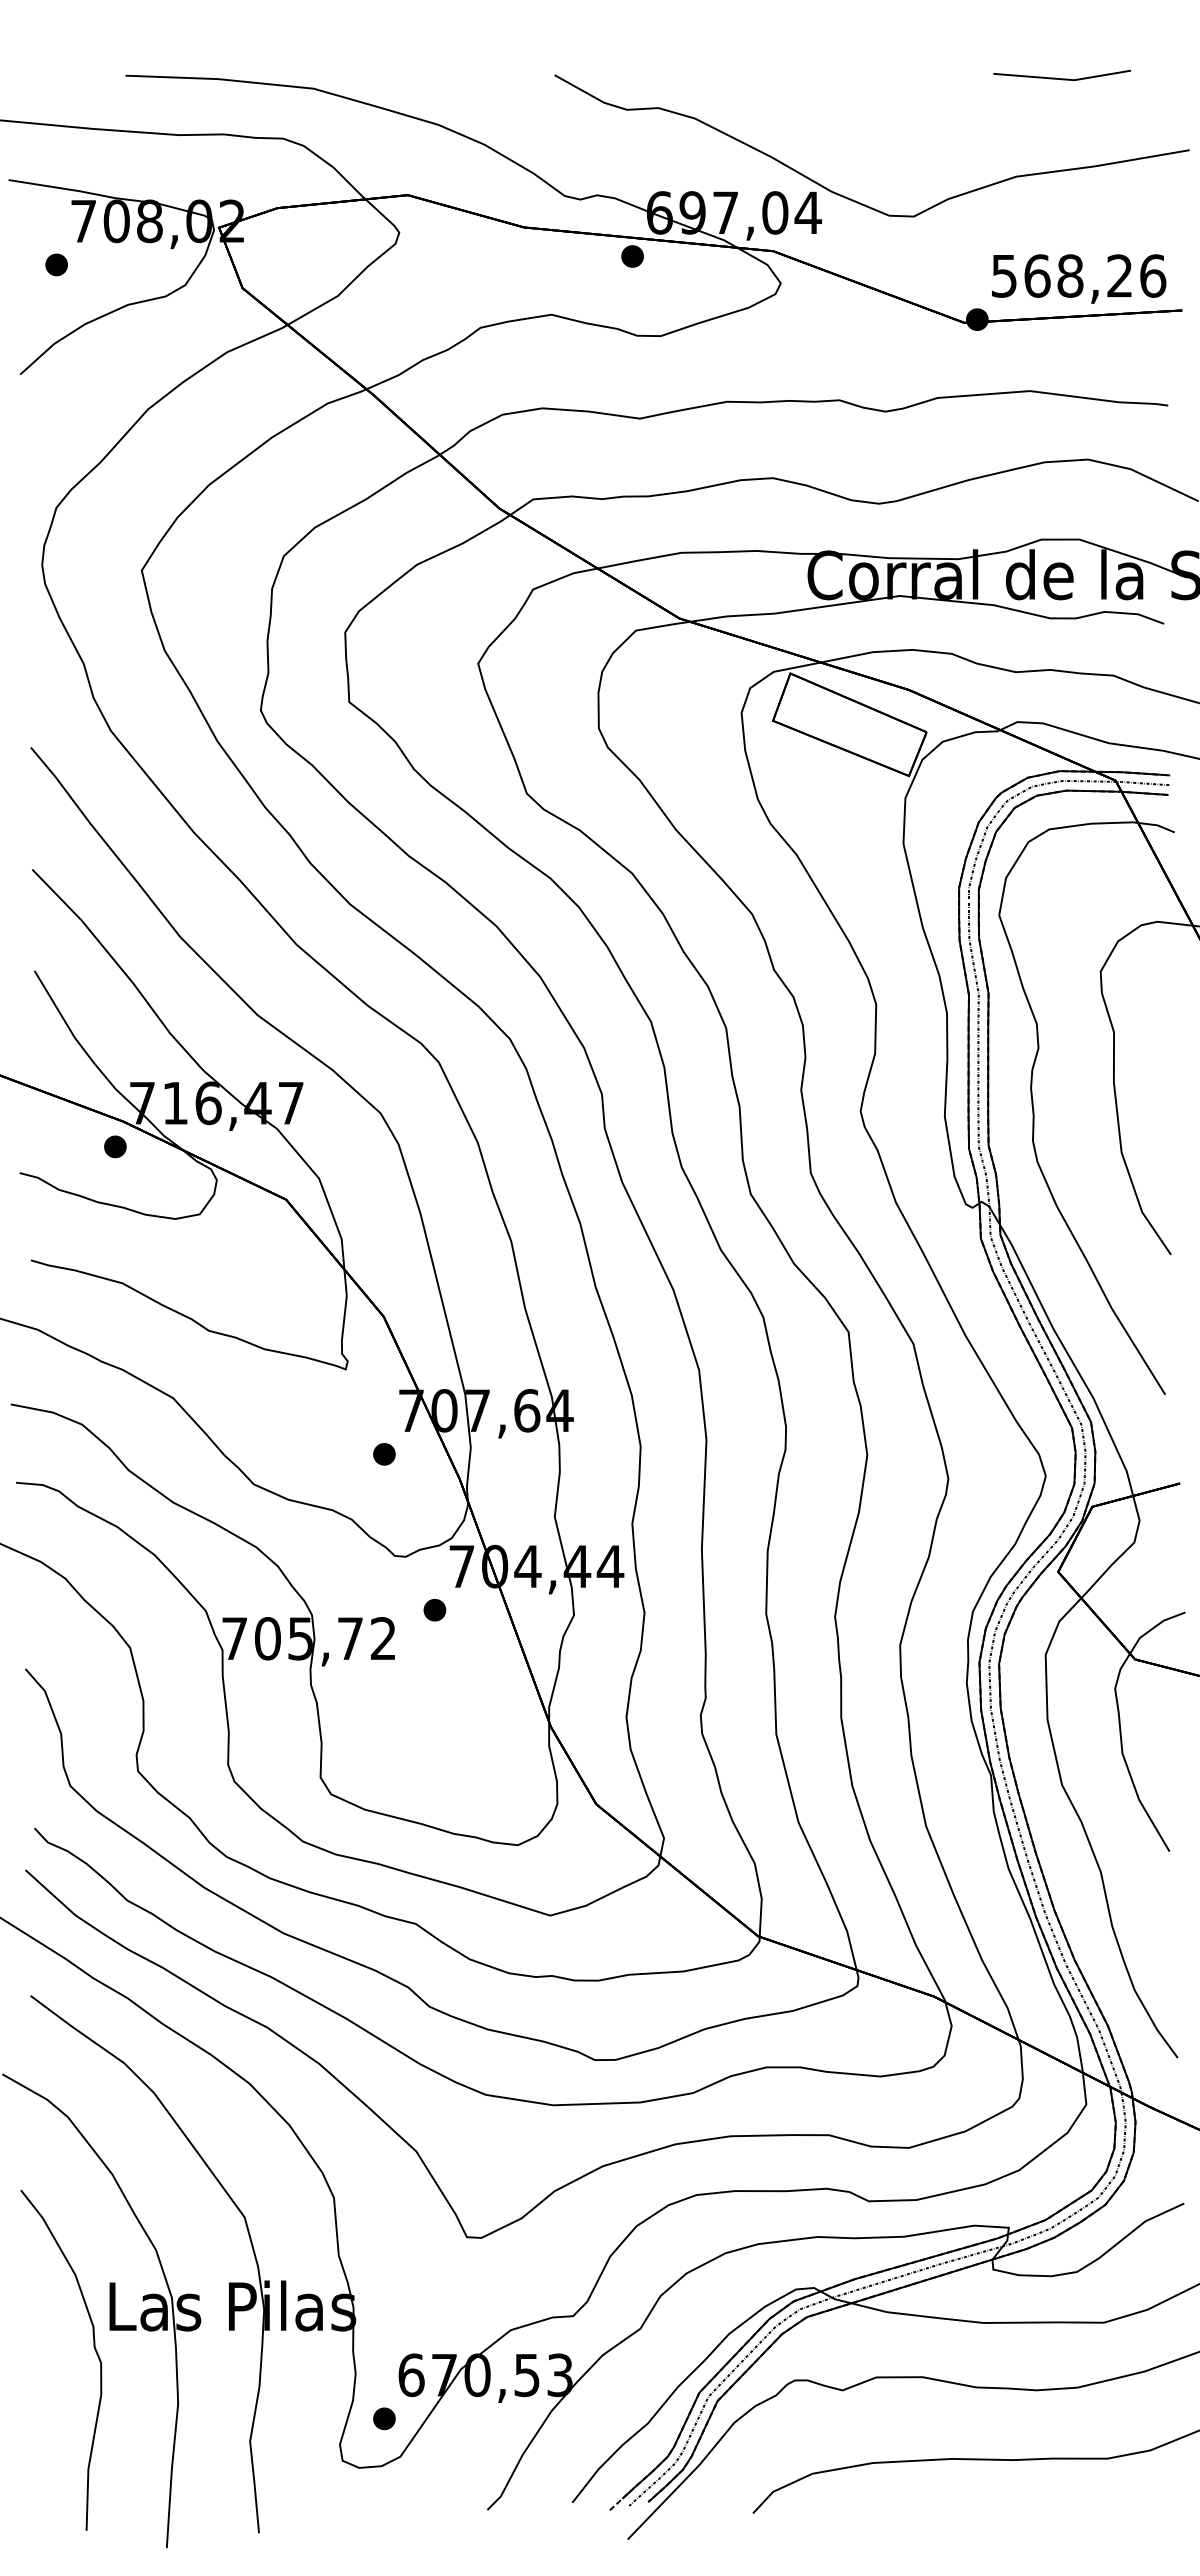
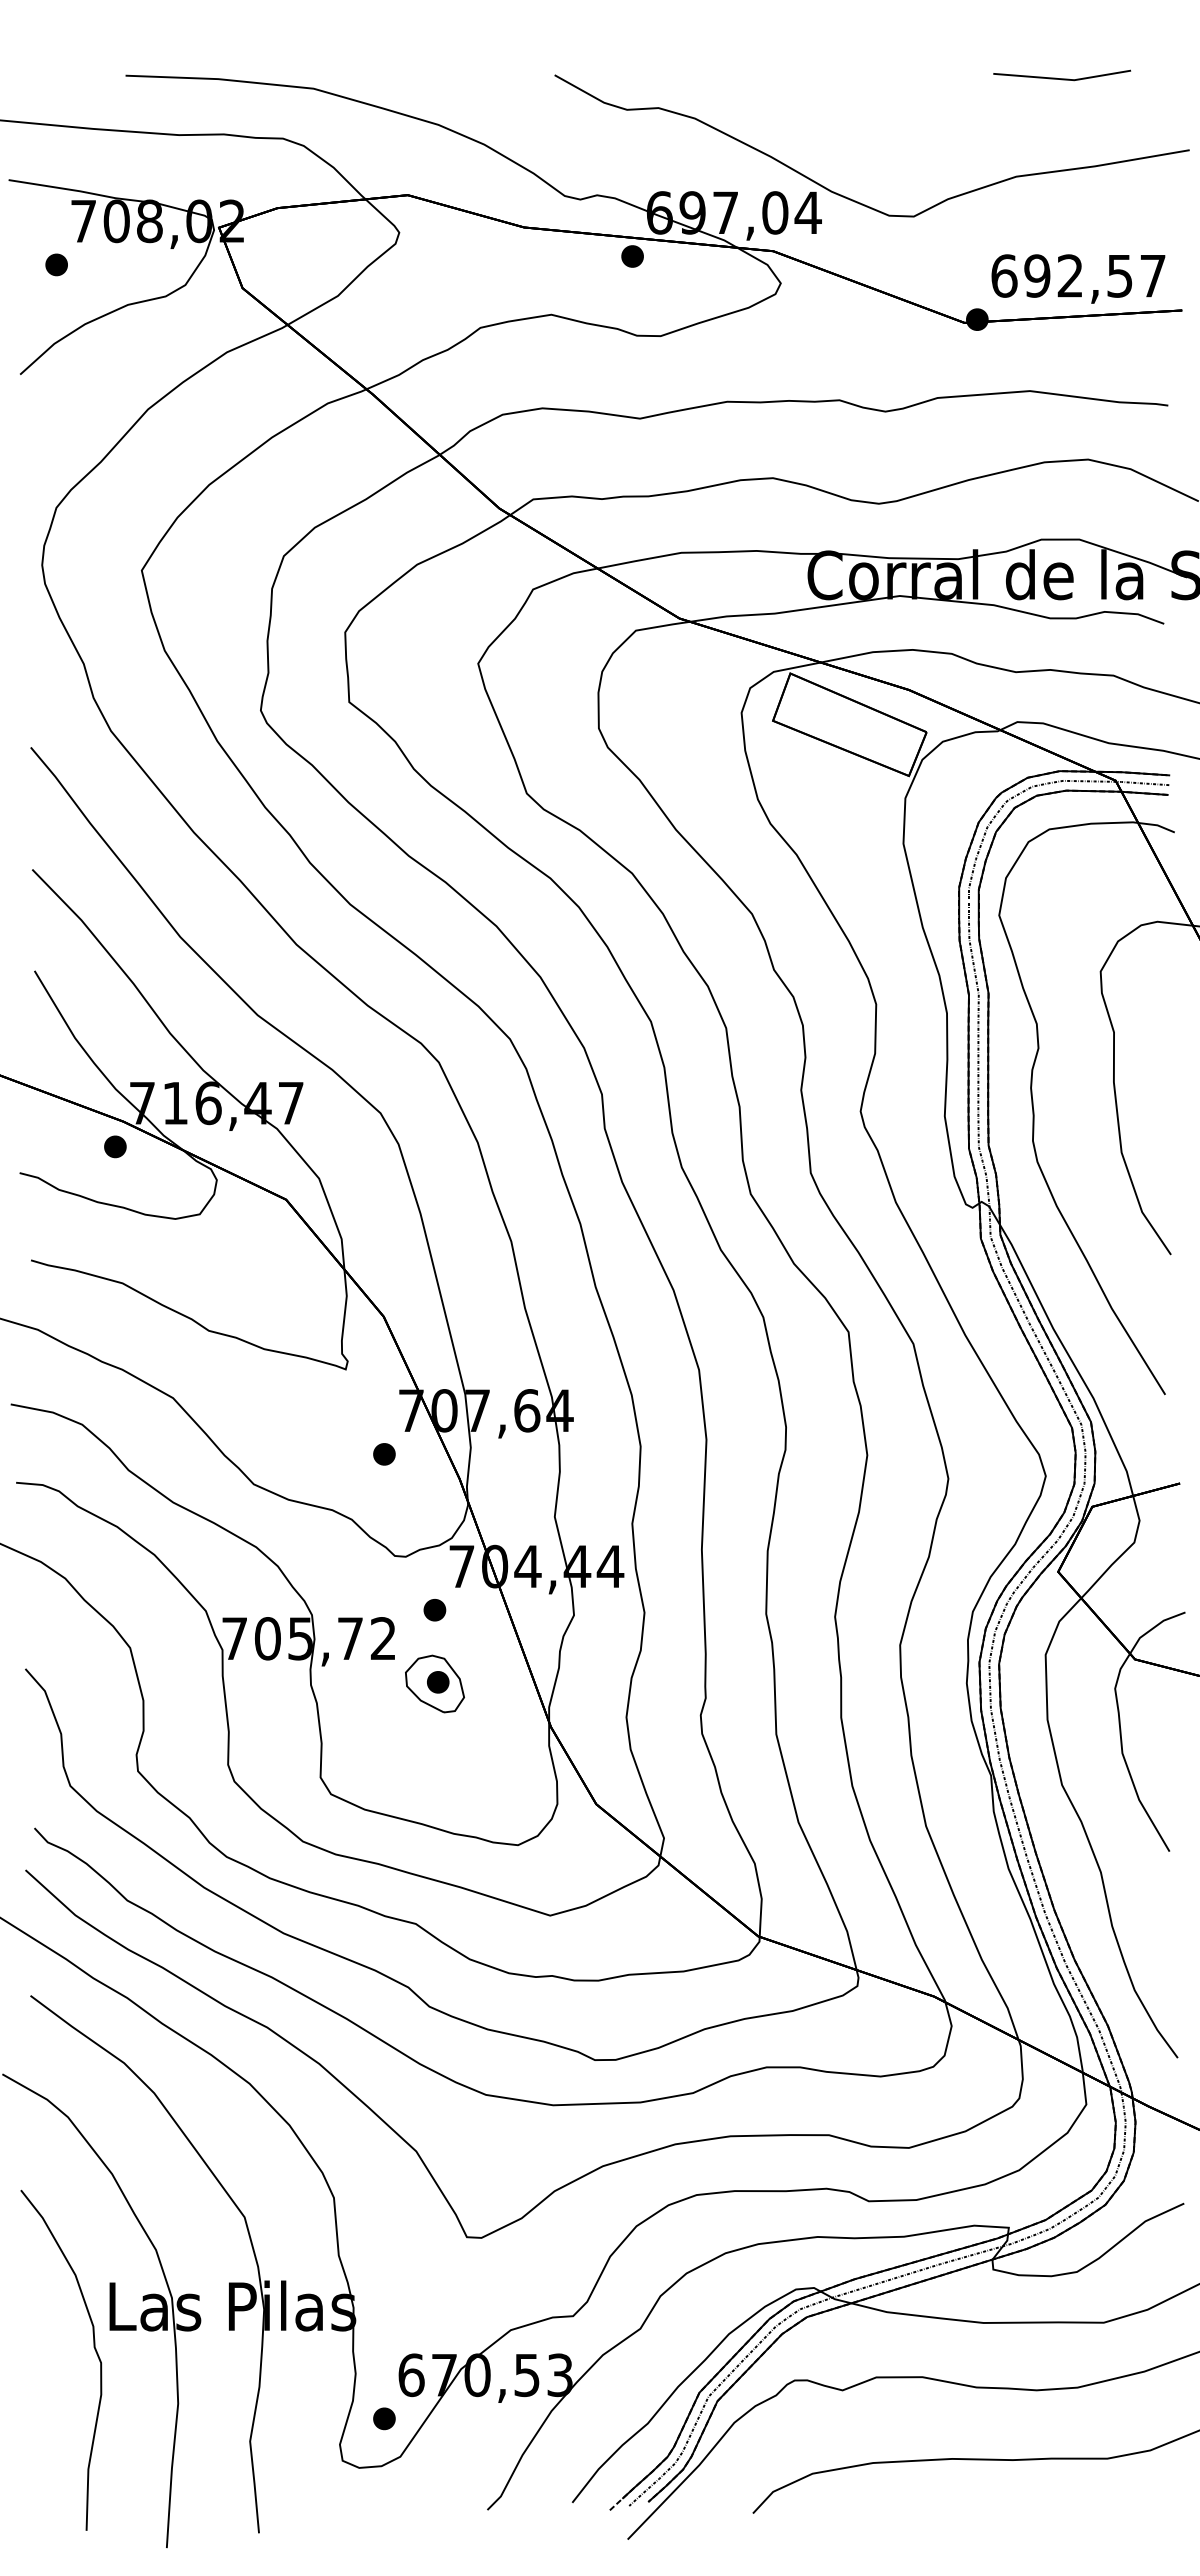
text at (1078, 275): 568,26 -> 692,57
part at (434, 1683): none -> present
